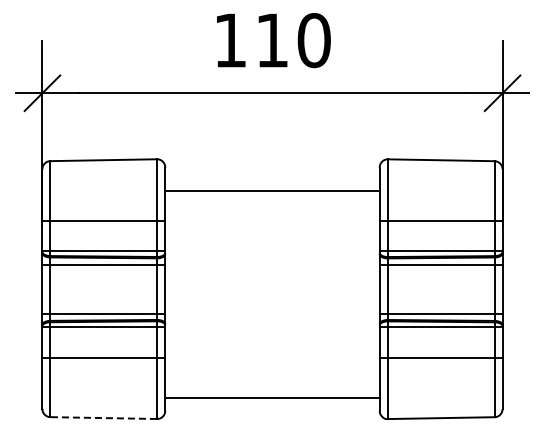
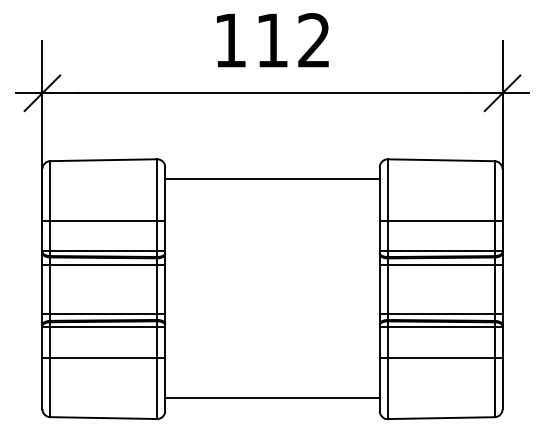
text at (313, 40): 110 -> 112
line at (272, 191) position: (272, 191) -> (272, 179)
line at (103, 418): dashed -> solid
